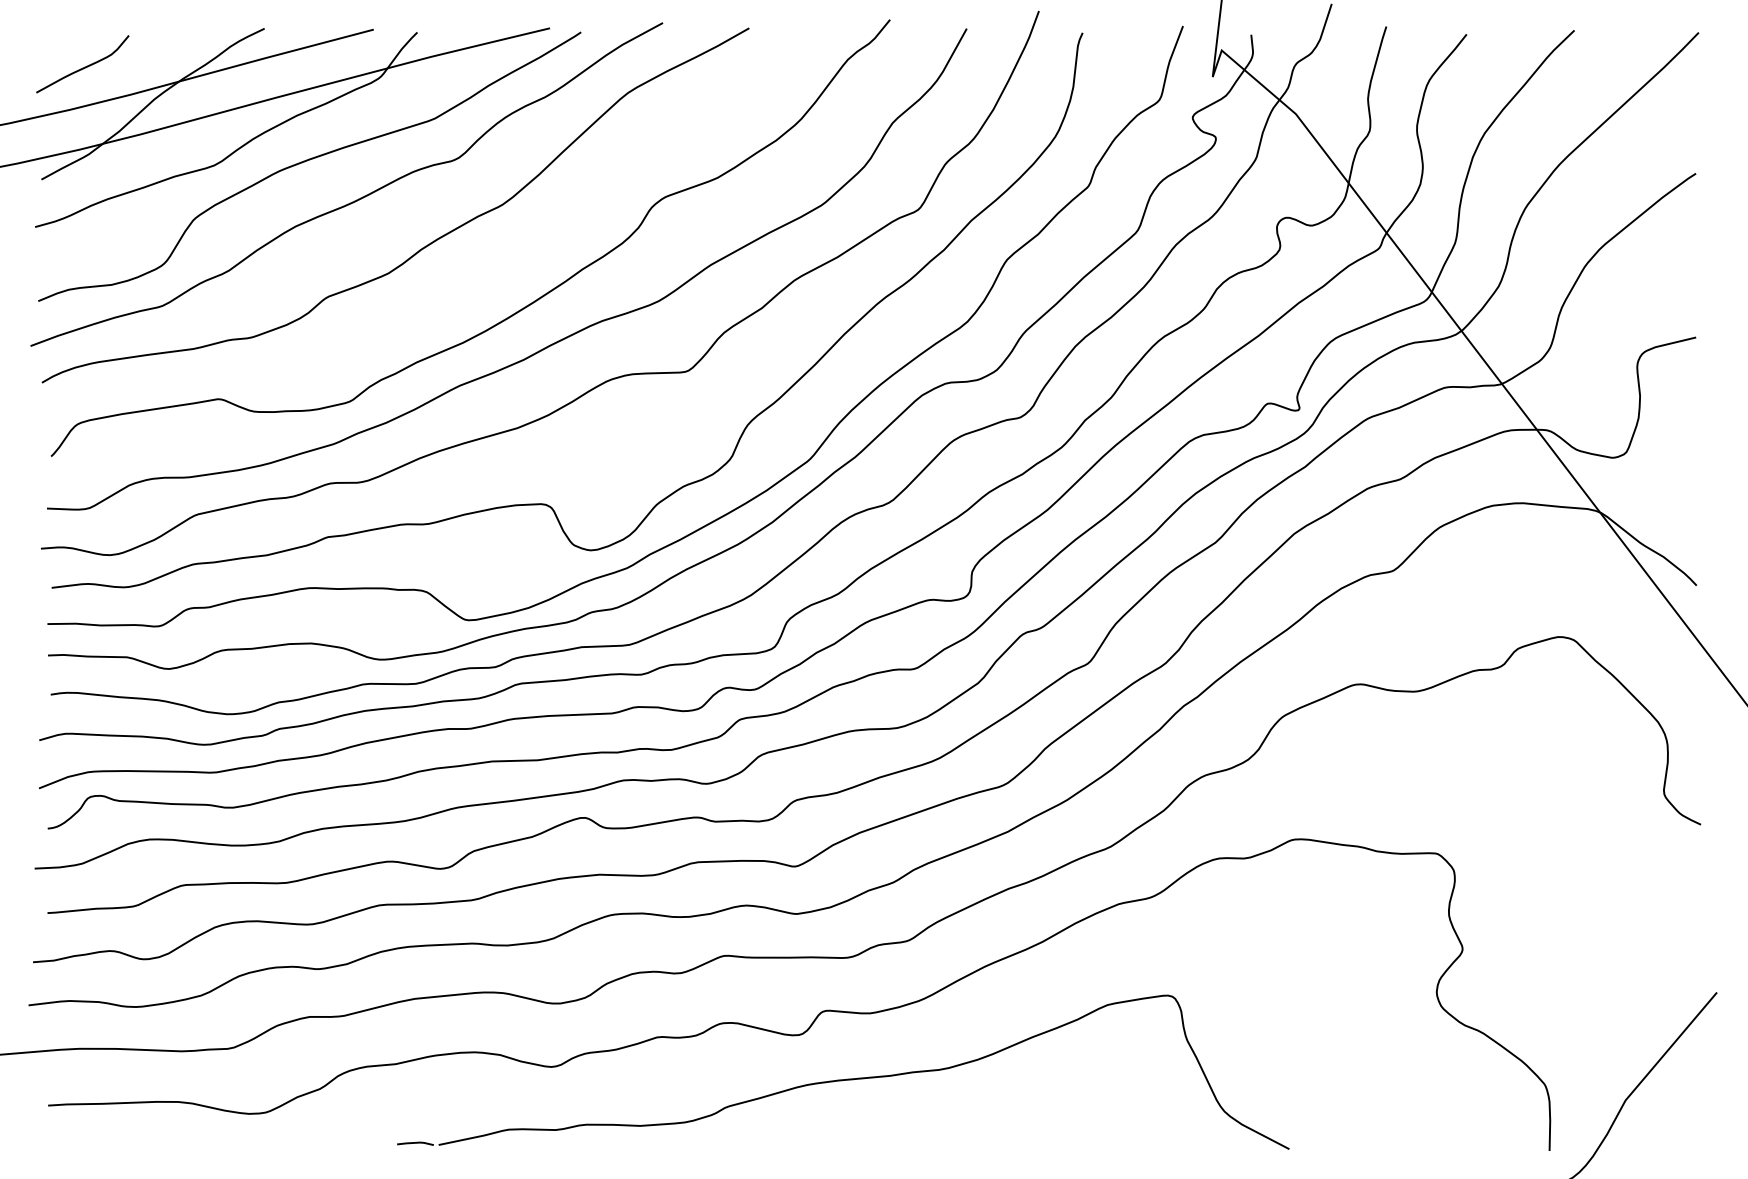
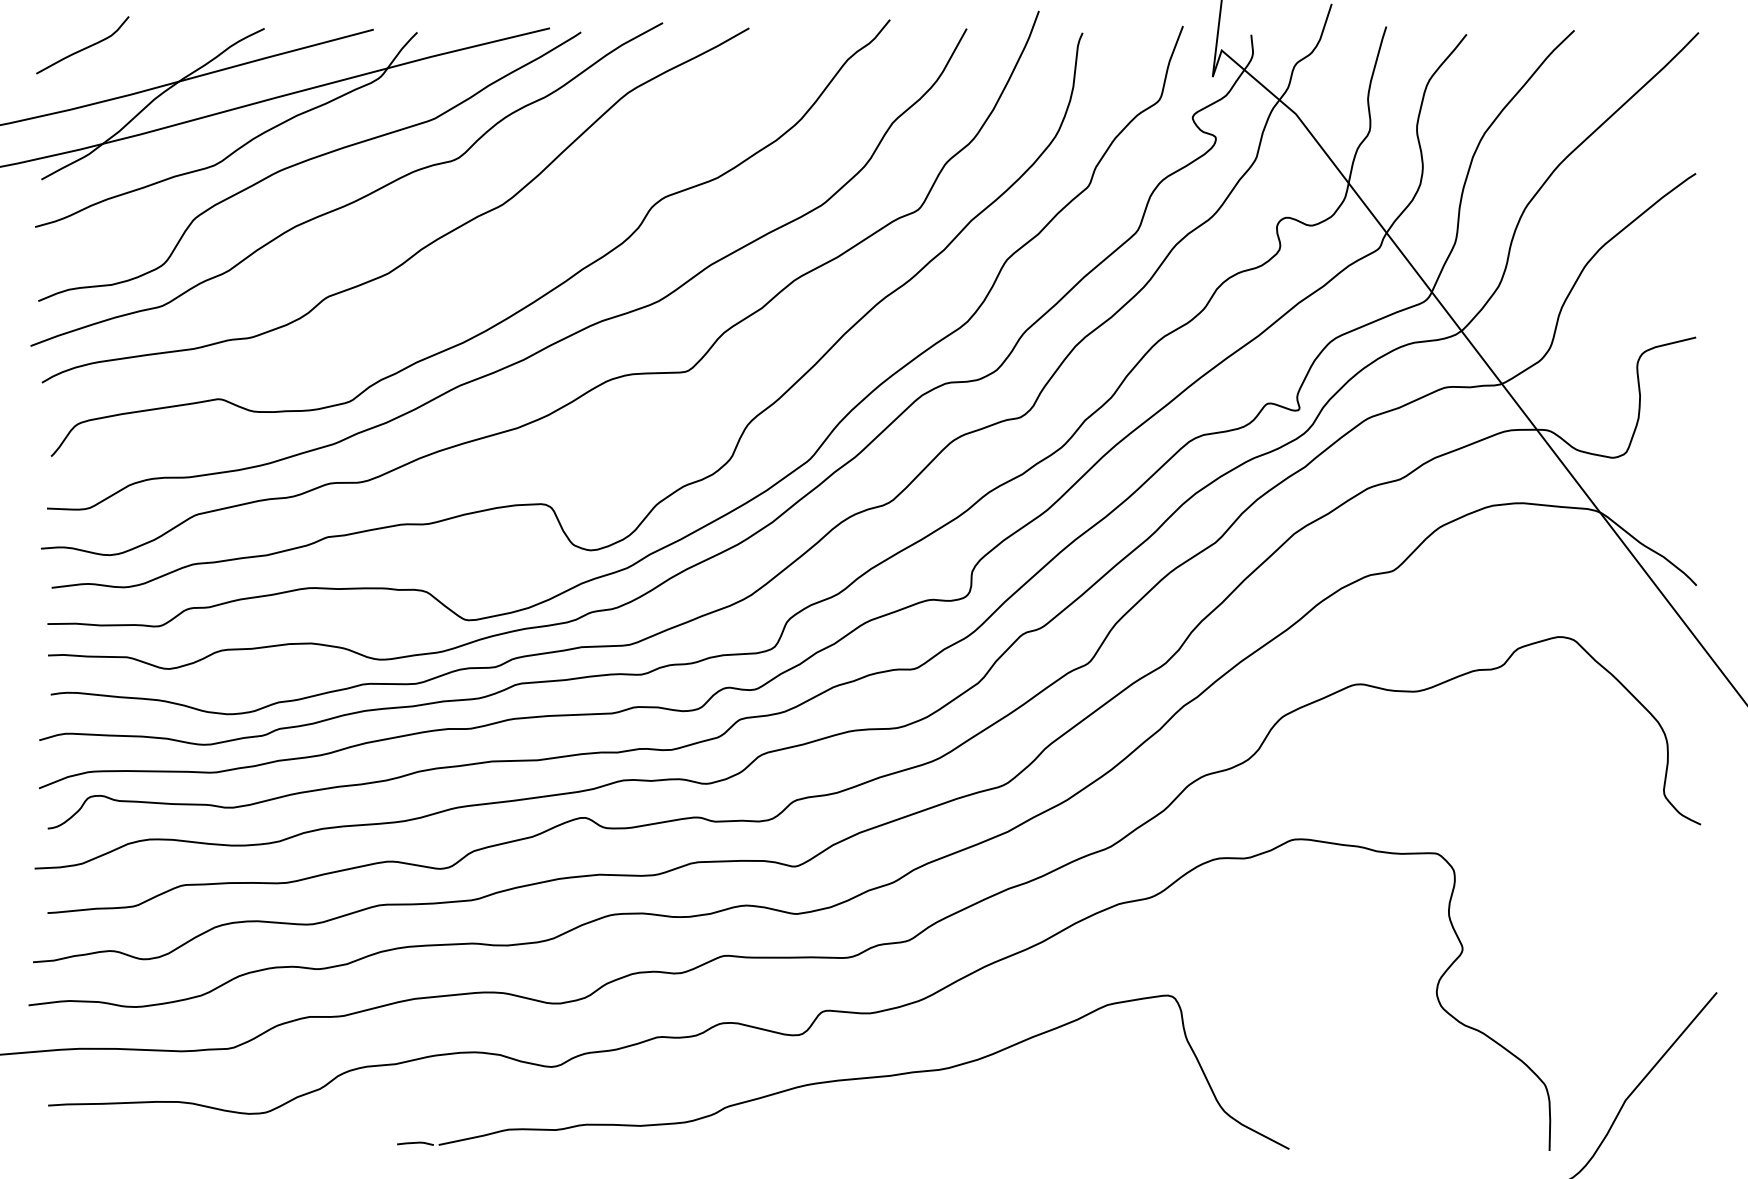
curve at (84, 66) position: (84, 66) -> (84, 47)
